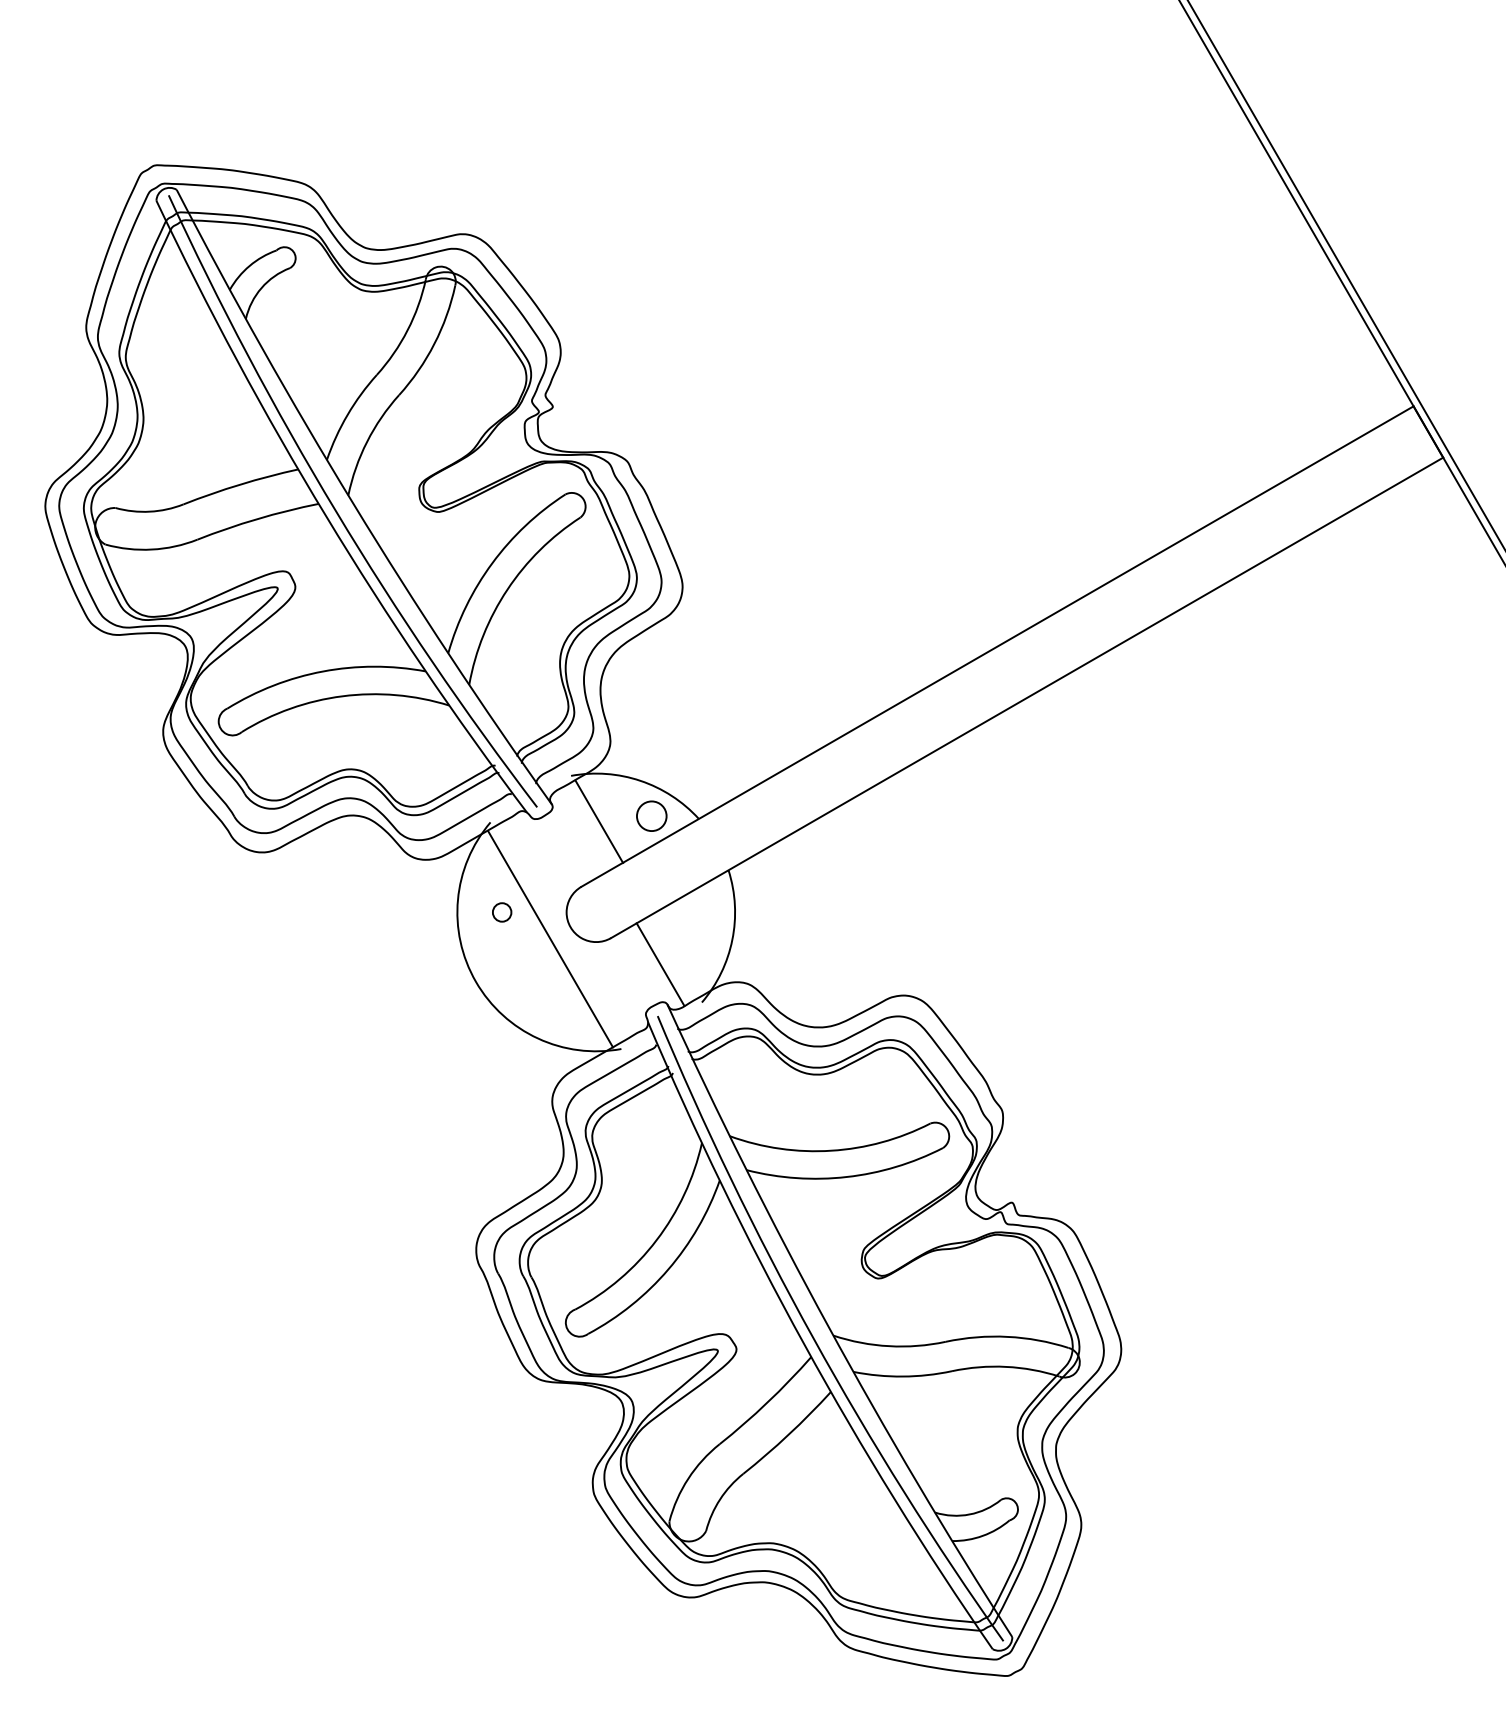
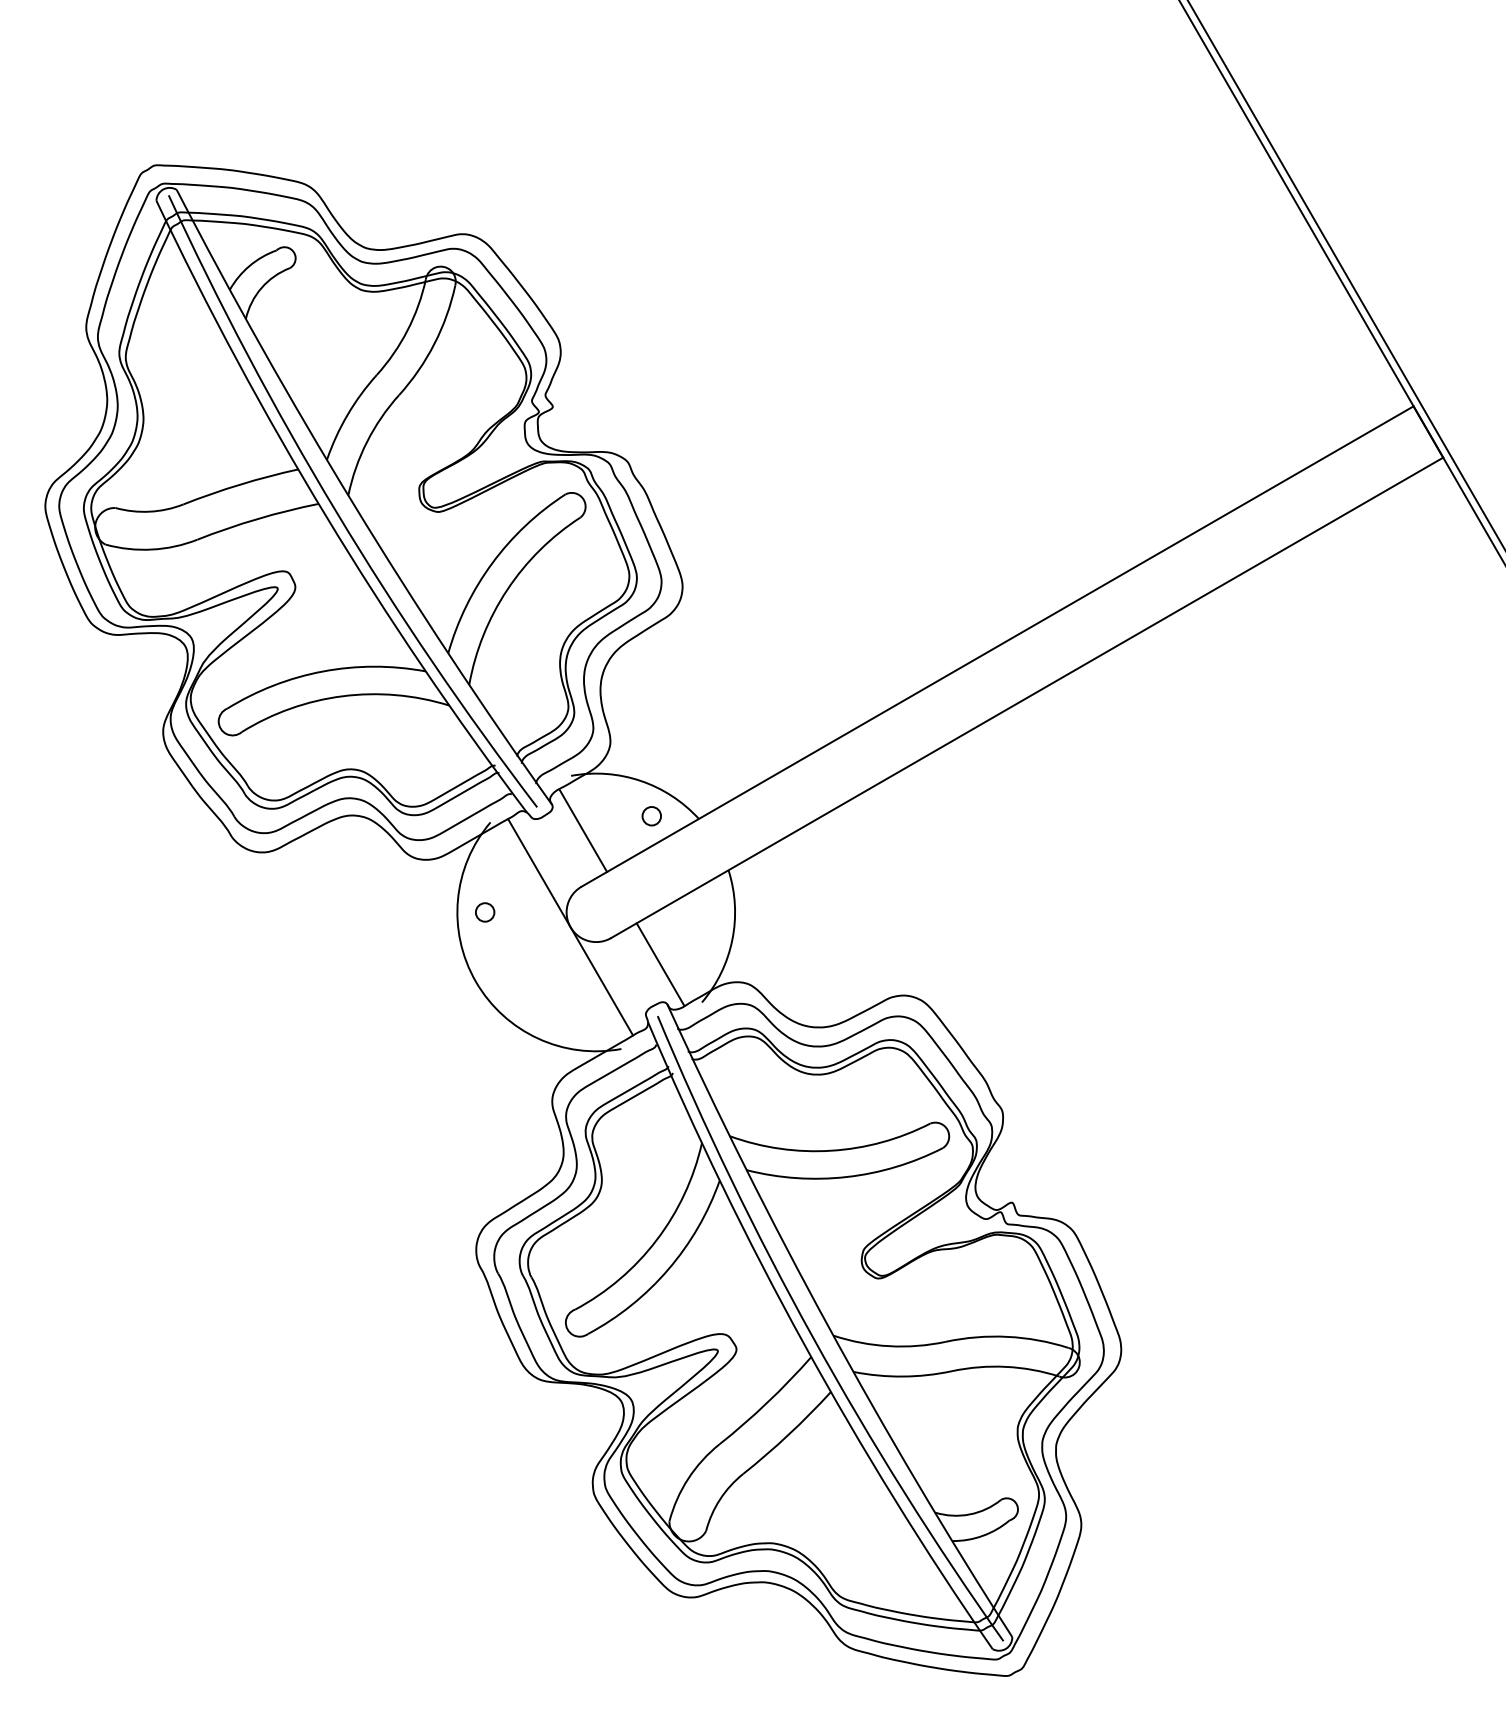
circle at (651, 816) diameter: 30 px -> 19 px
line at (599, 821) position: (599, 821) -> (583, 830)
circle at (502, 912) position: (502, 912) -> (485, 912)
line at (550, 939) position: (550, 939) -> (570, 927)
